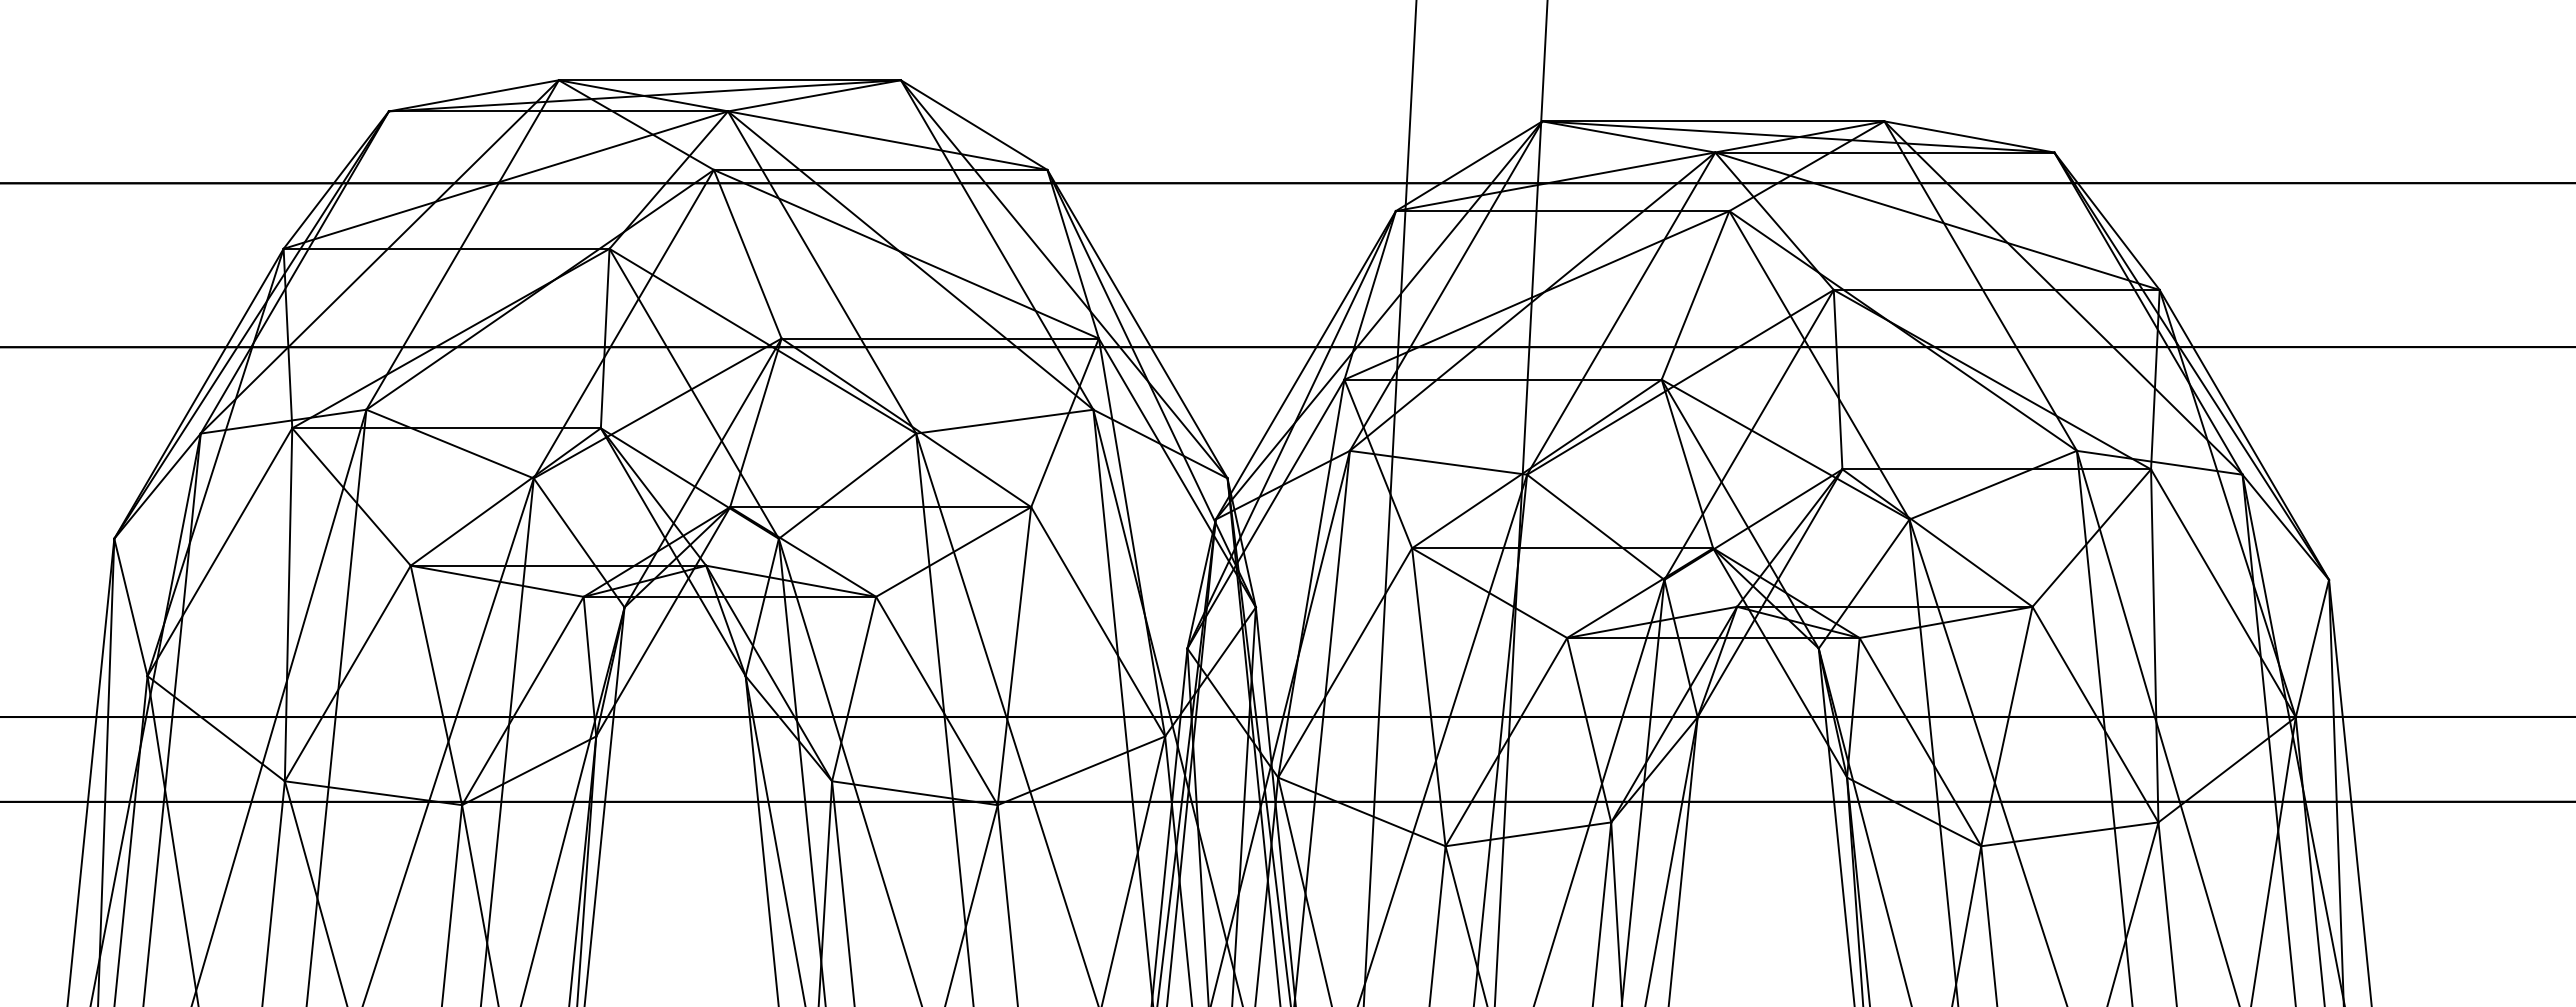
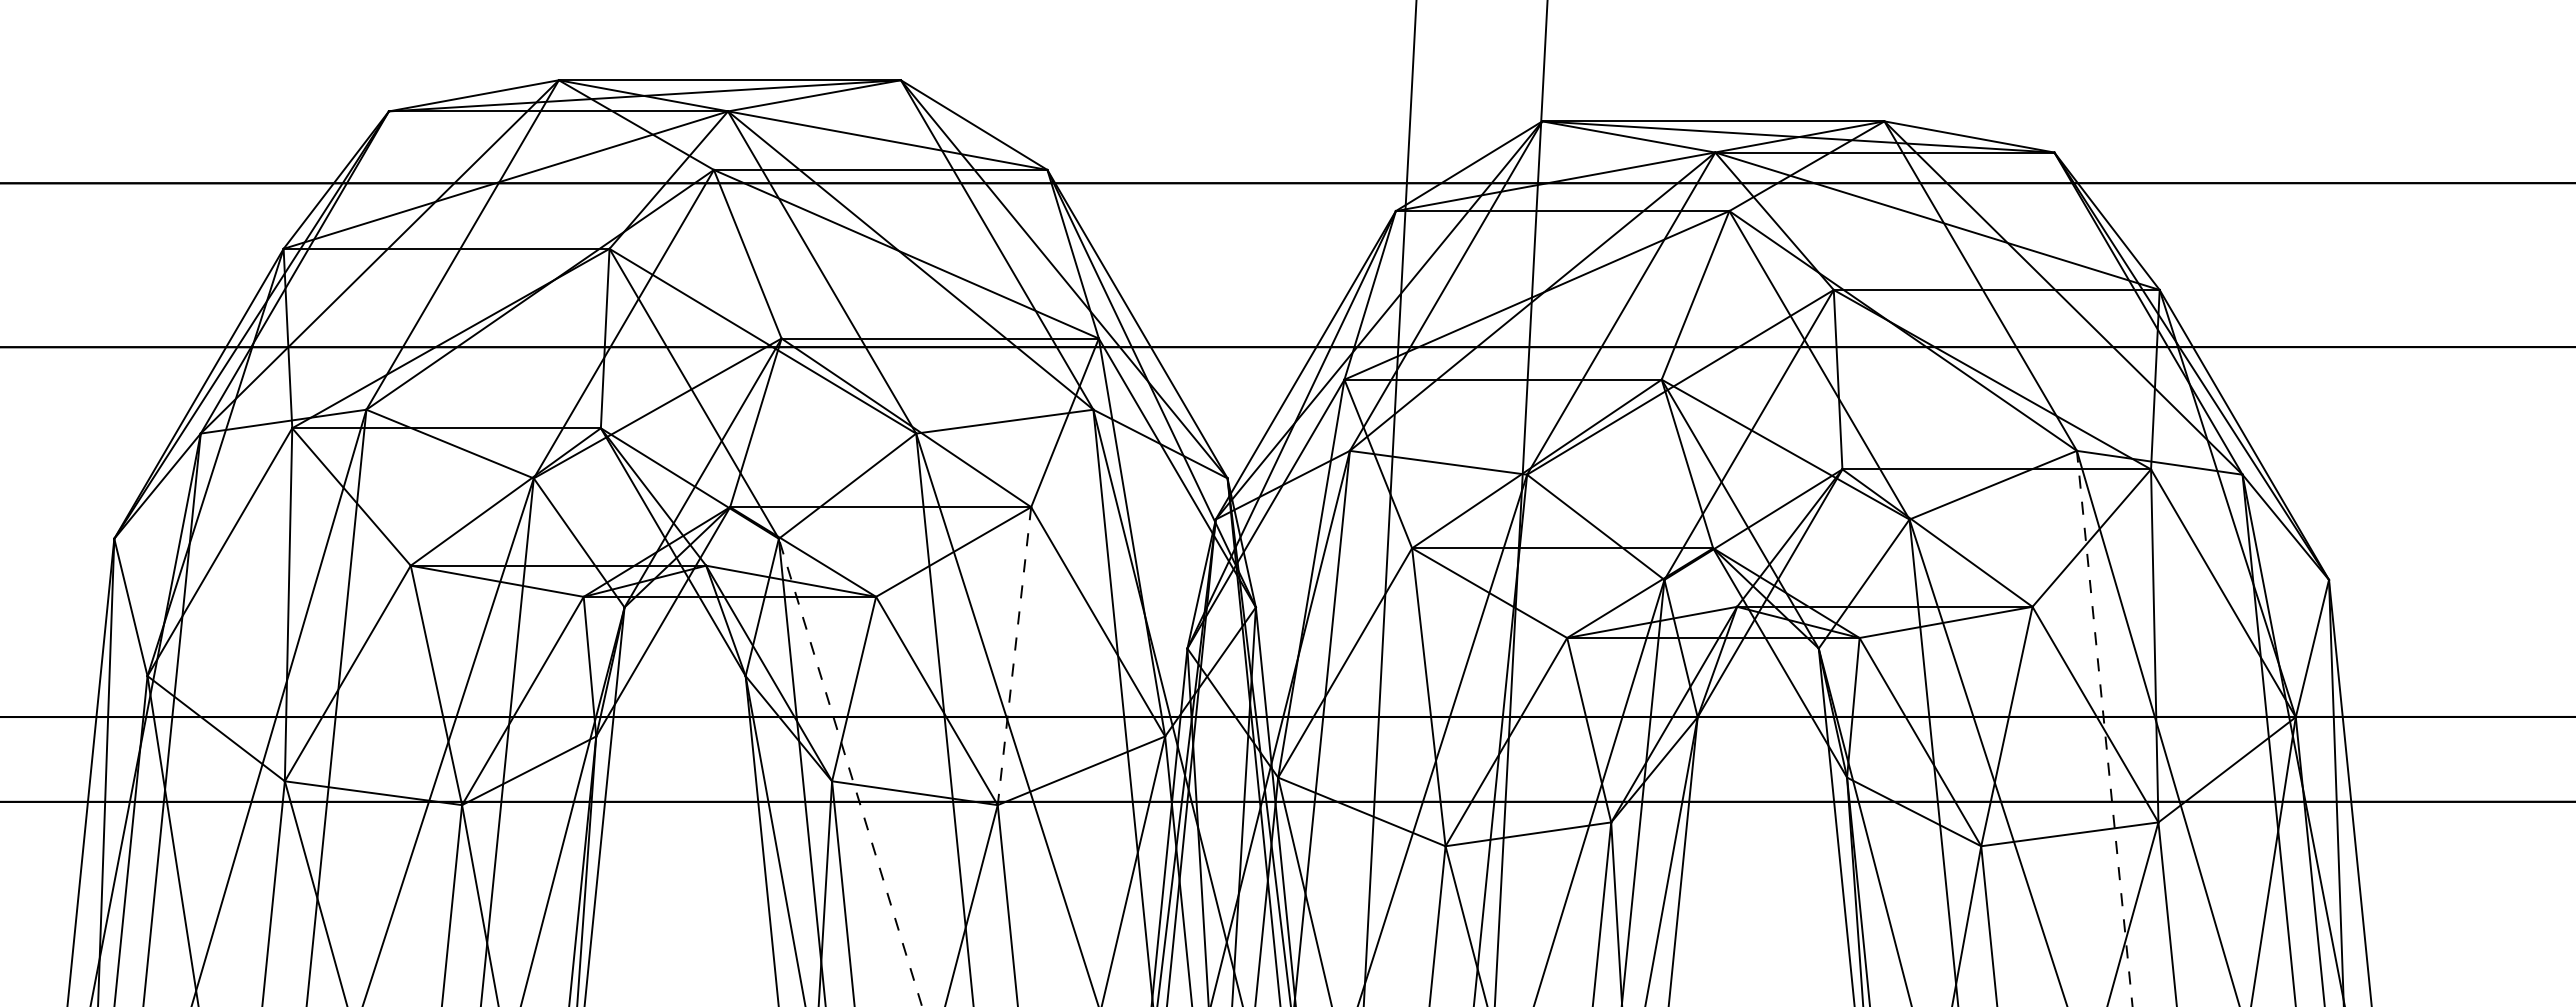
line at (1014, 656): solid -> dashed
line at (2104, 728): solid -> dashed
line at (850, 771): solid -> dashed
